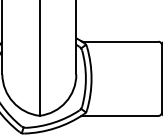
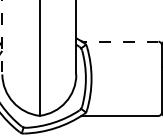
line at (2, 37): solid -> dashed
line at (120, 41): solid -> dashed
